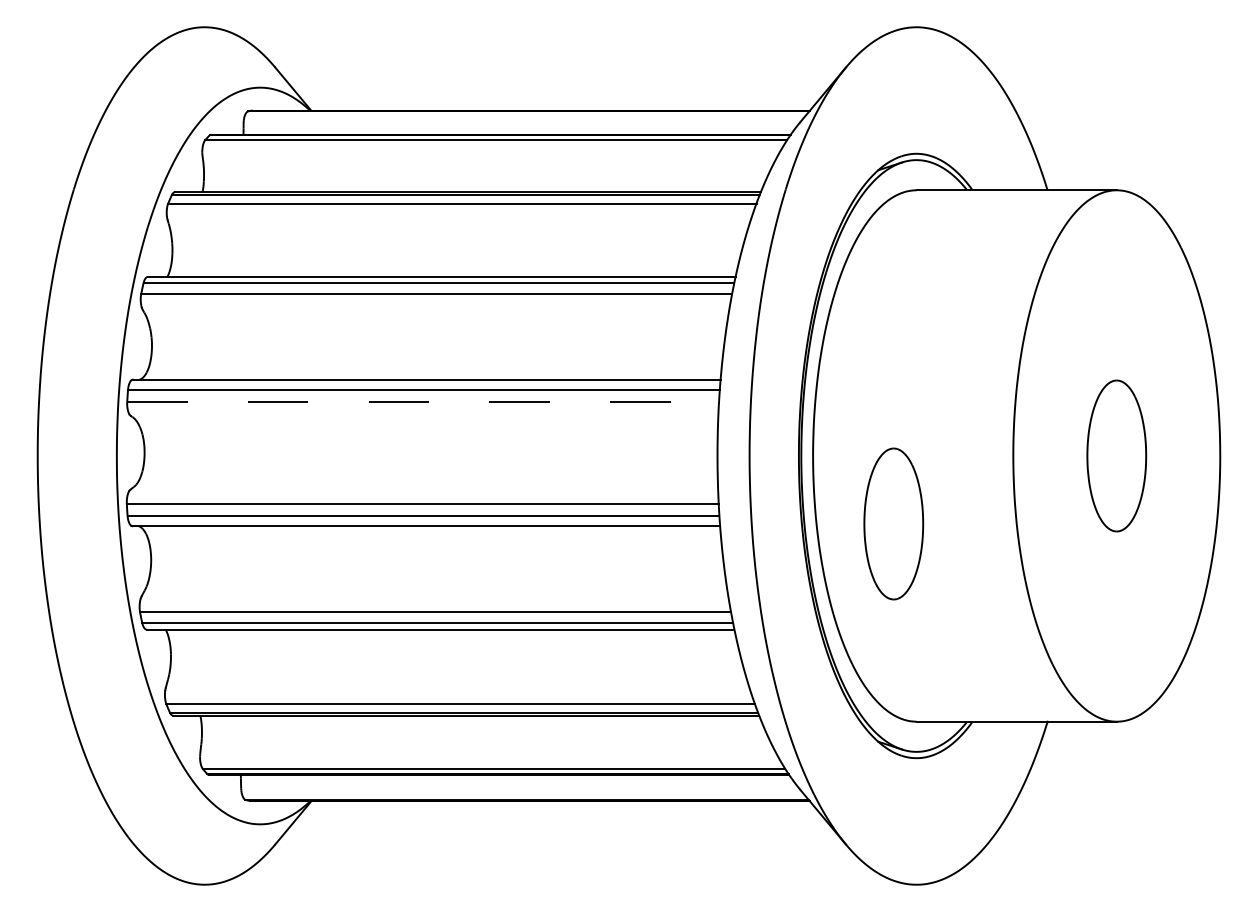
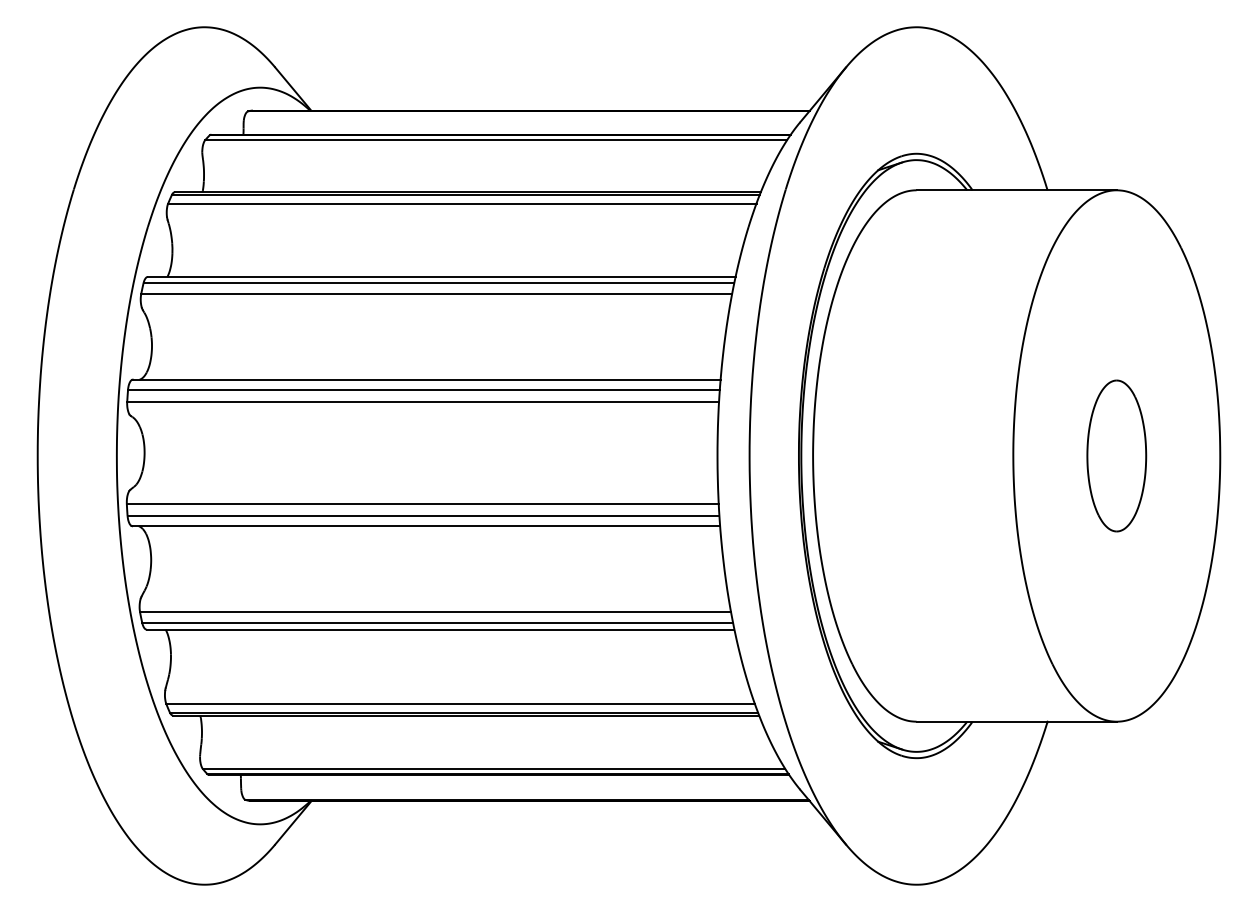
line at (423, 402): dashed -> solid
part at (893, 523): present -> none
